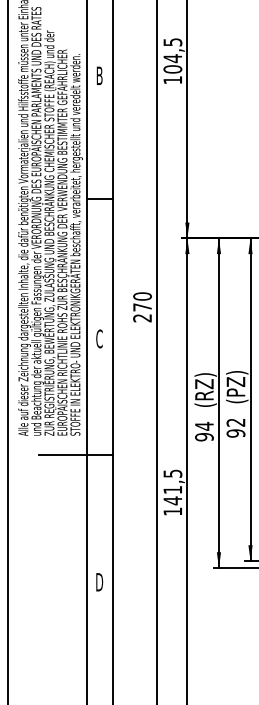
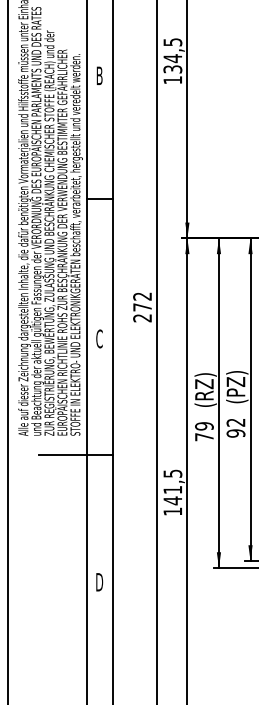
text at (172, 69): 104,5 -> 134,5
text at (142, 296): 270 -> 272
text at (204, 431): 94 -> 79
